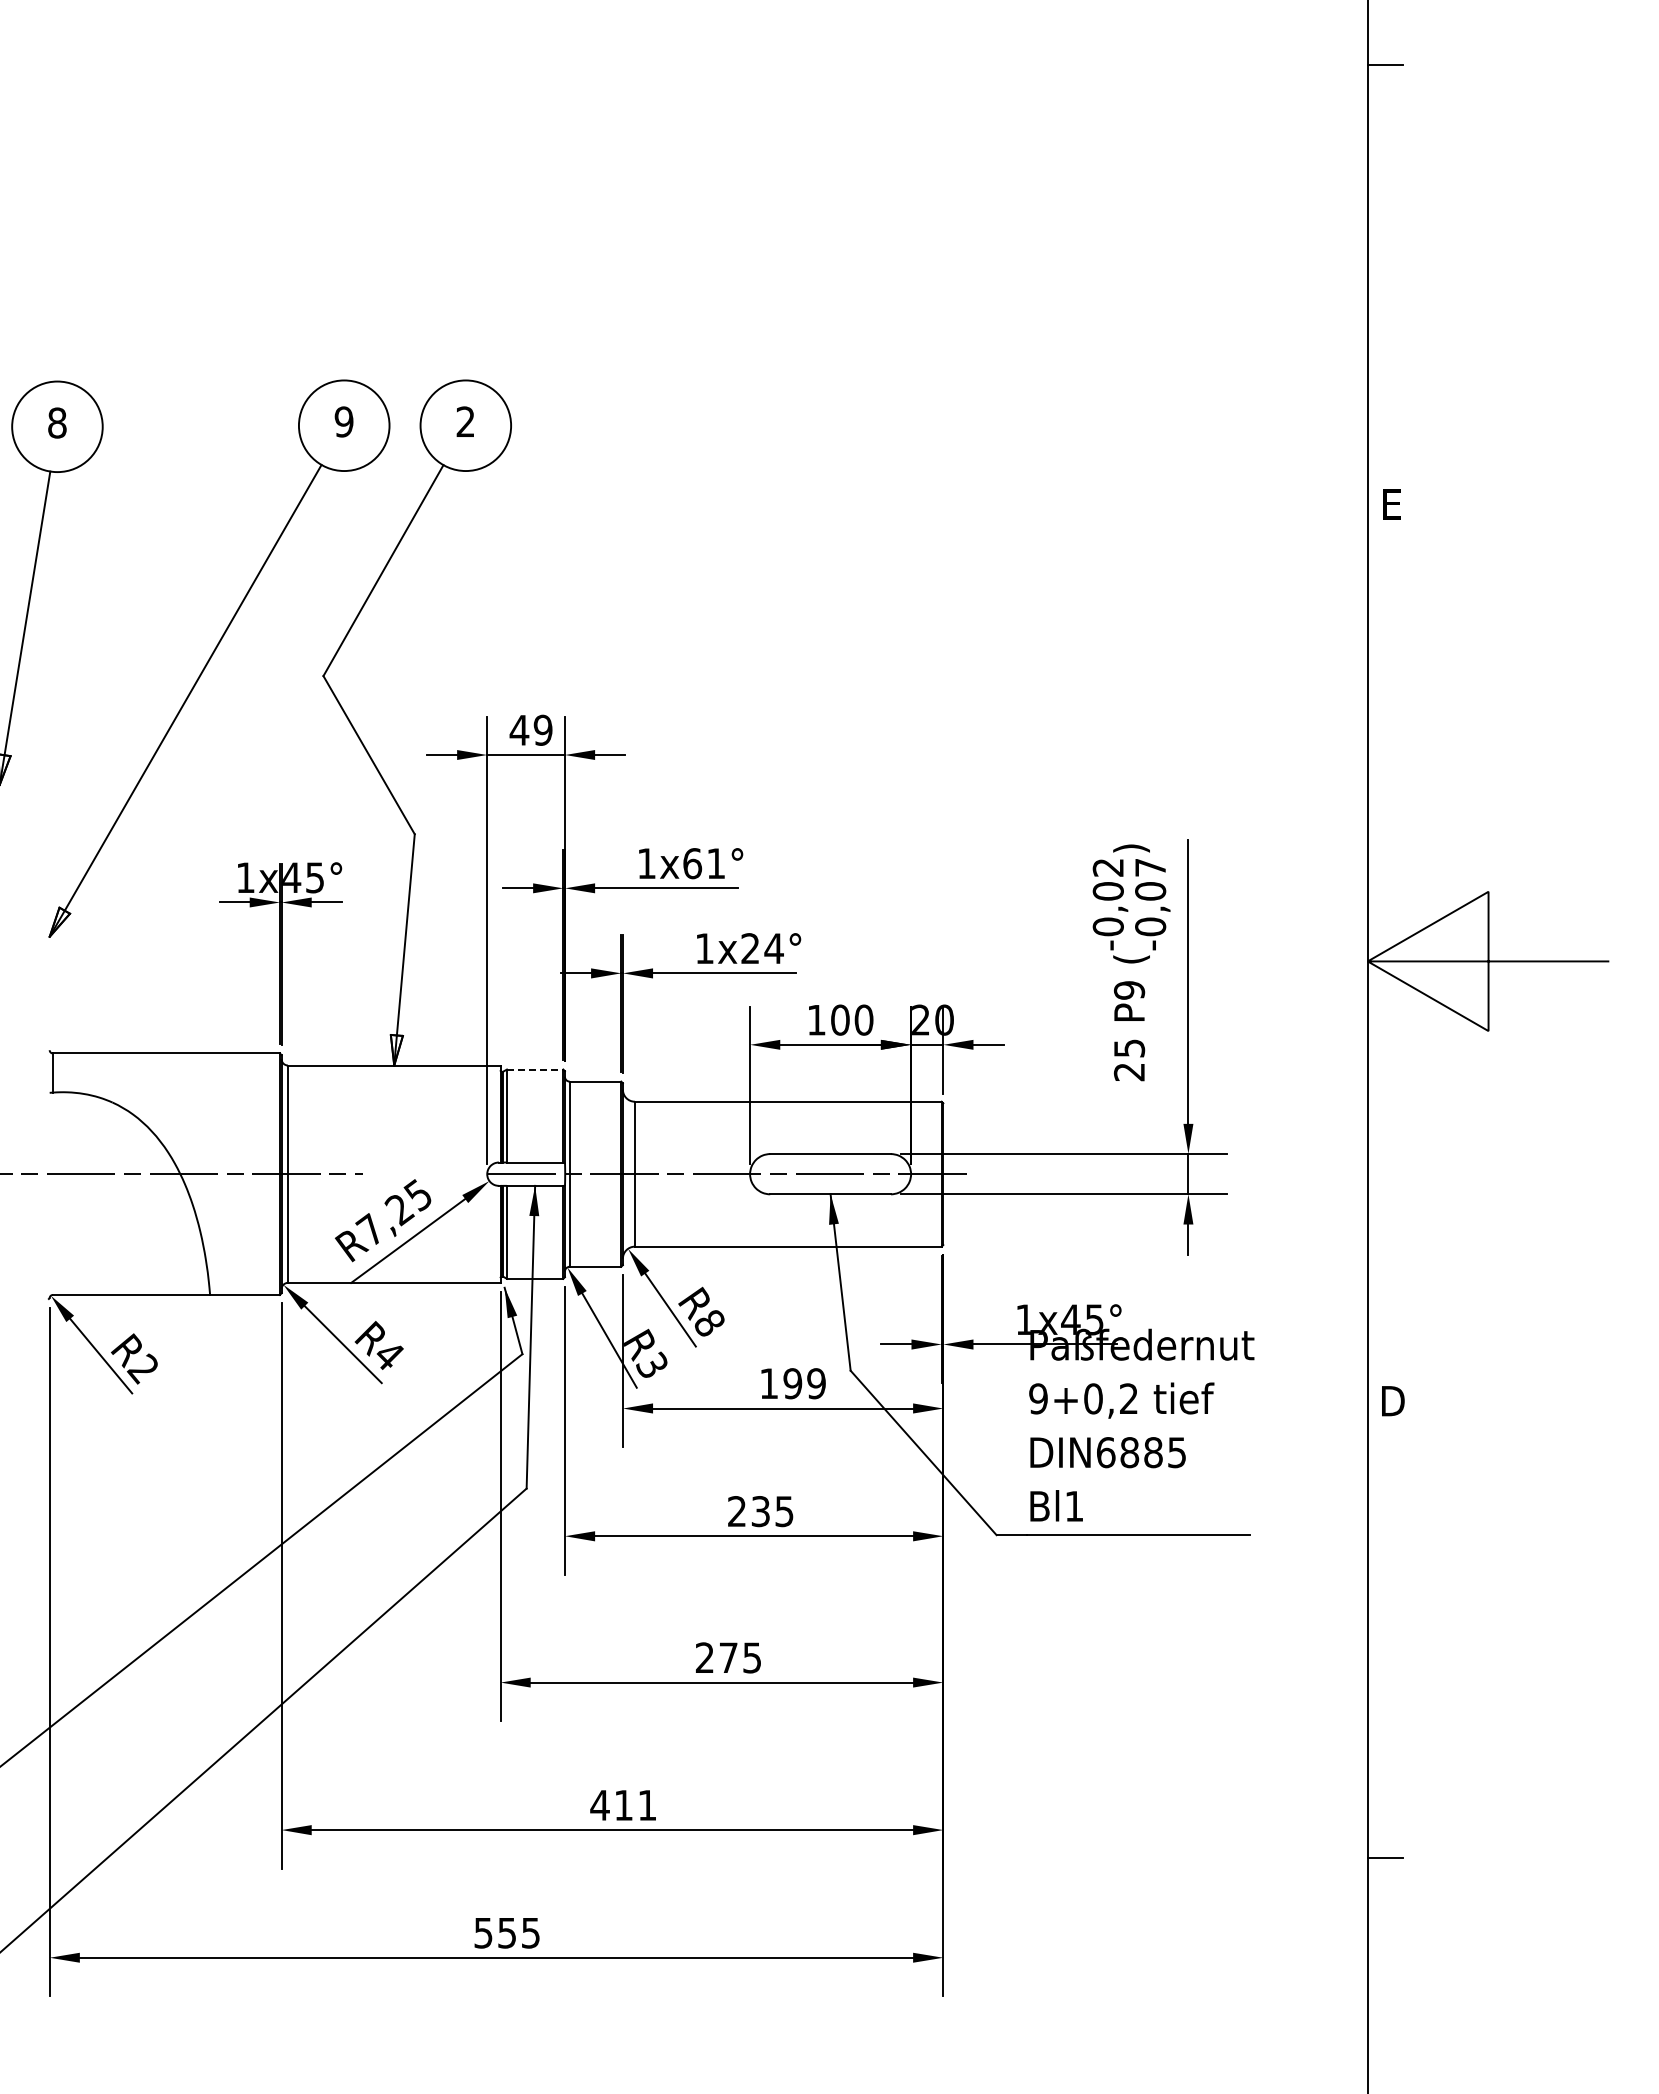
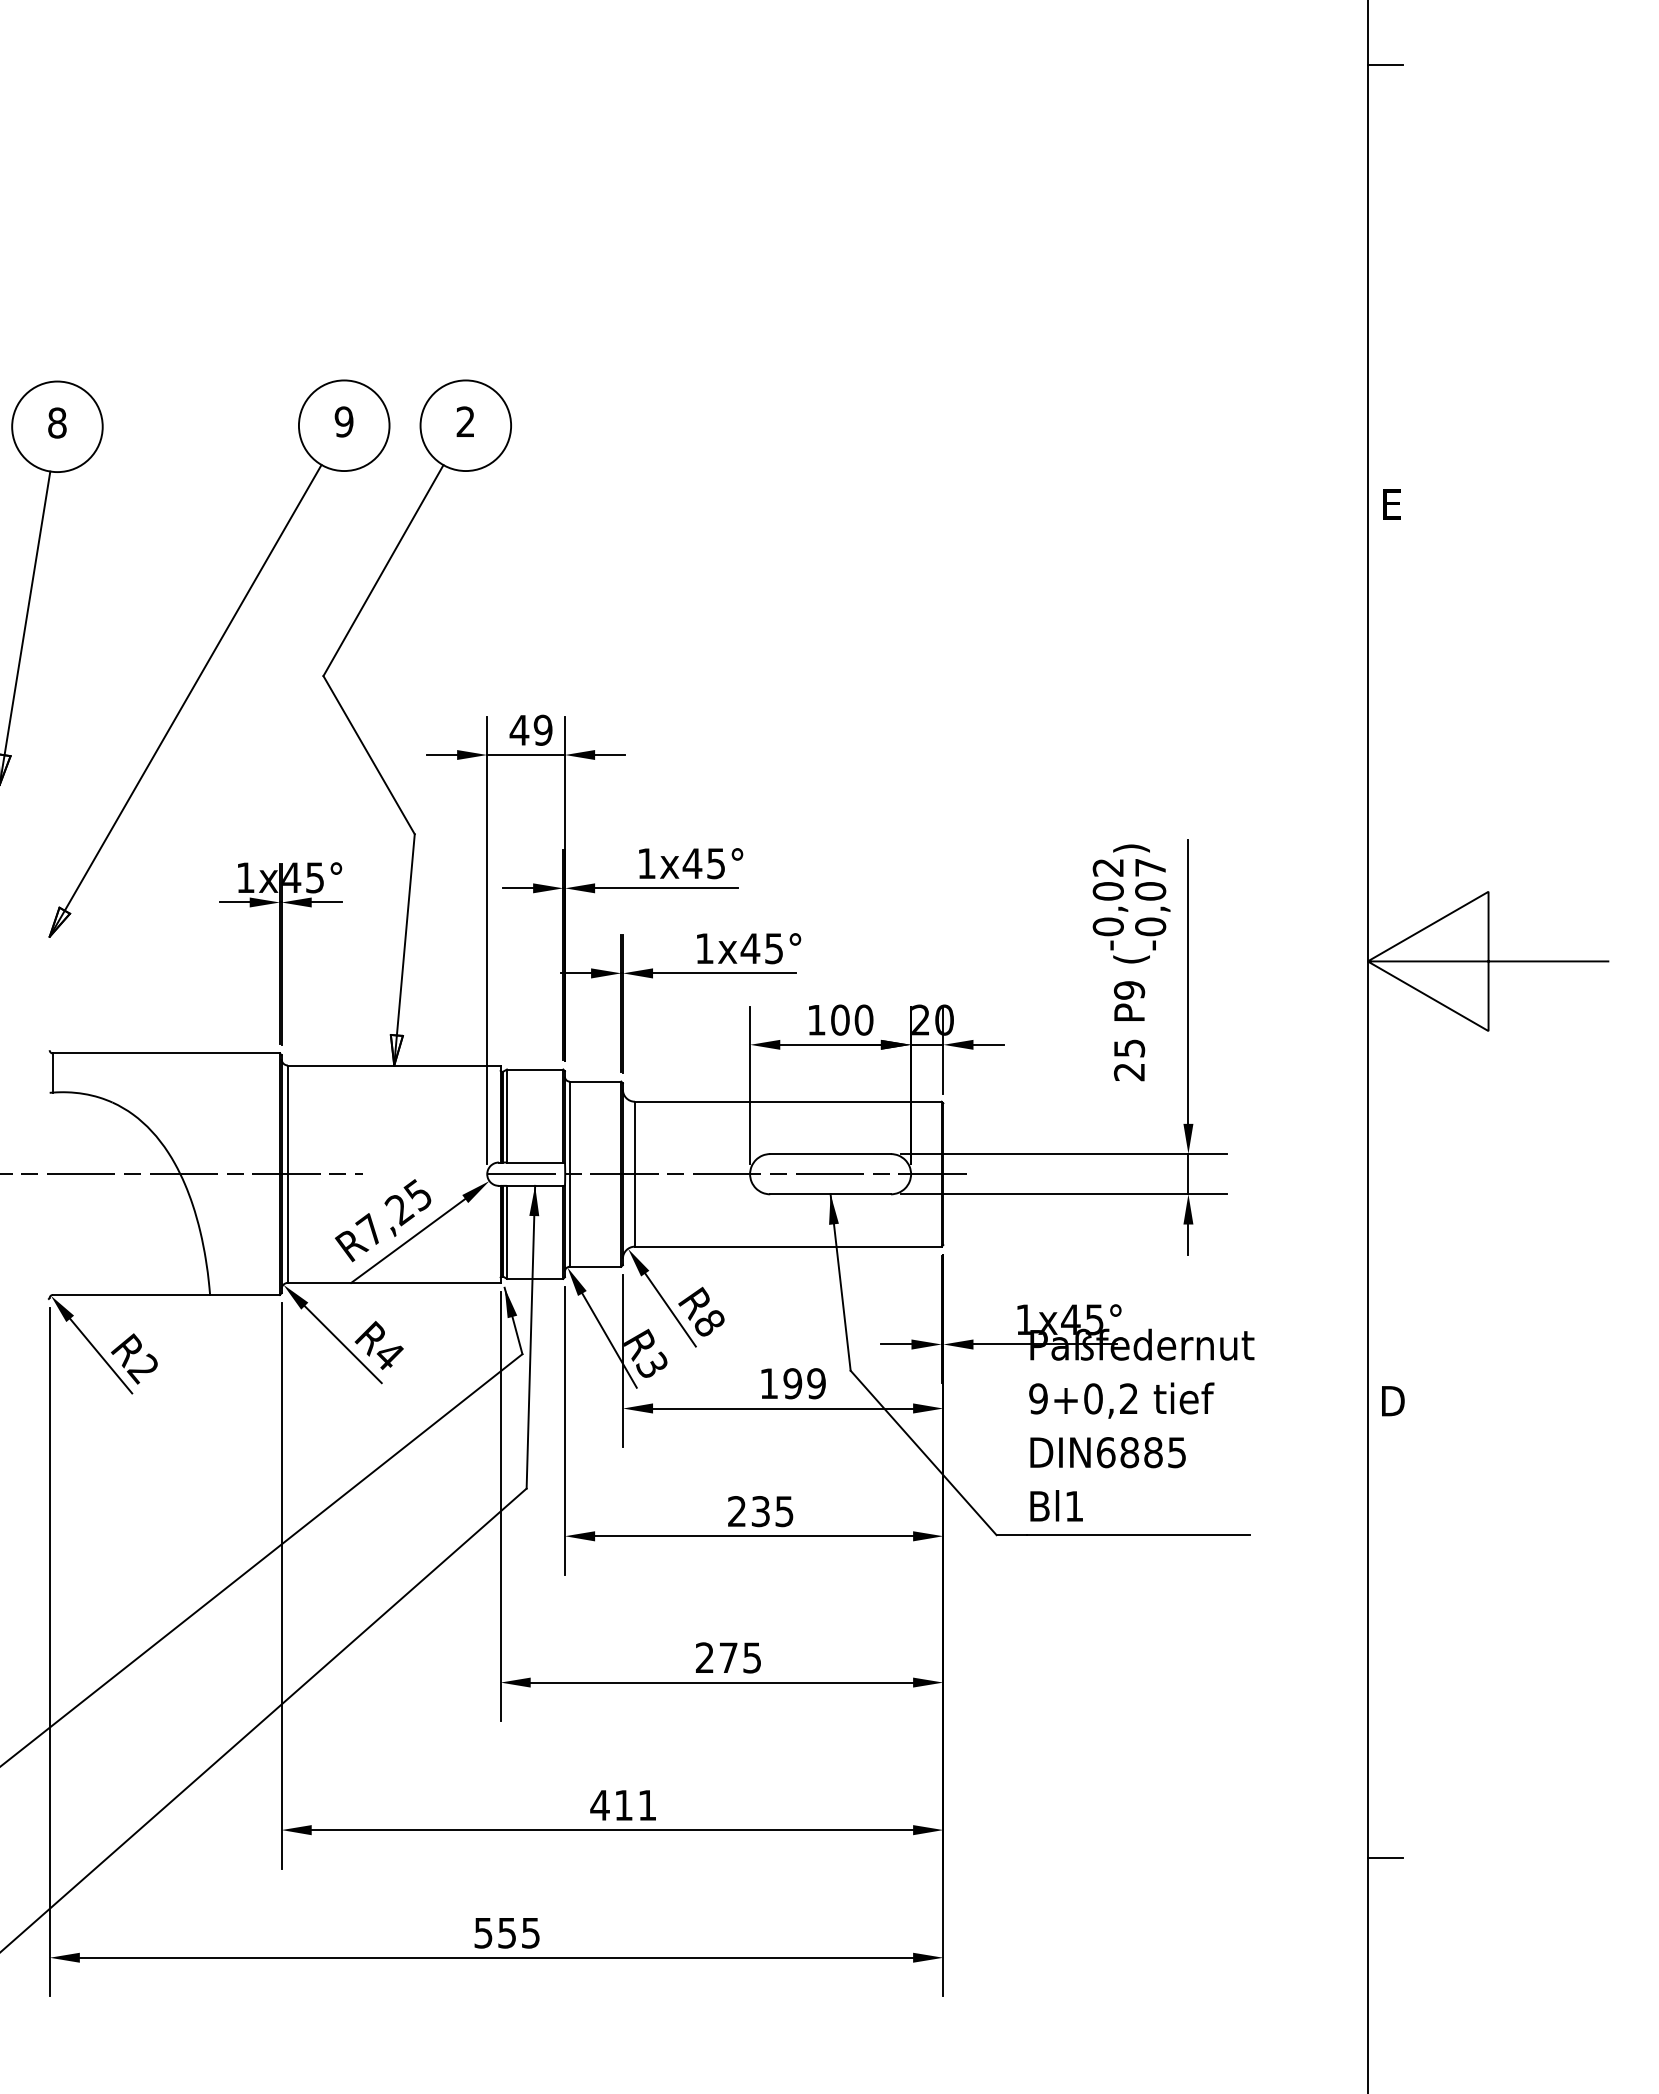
text at (703, 863): x61° -> x45°
text at (761, 948): x24° -> x45°
line at (535, 1069): dashed -> solid
